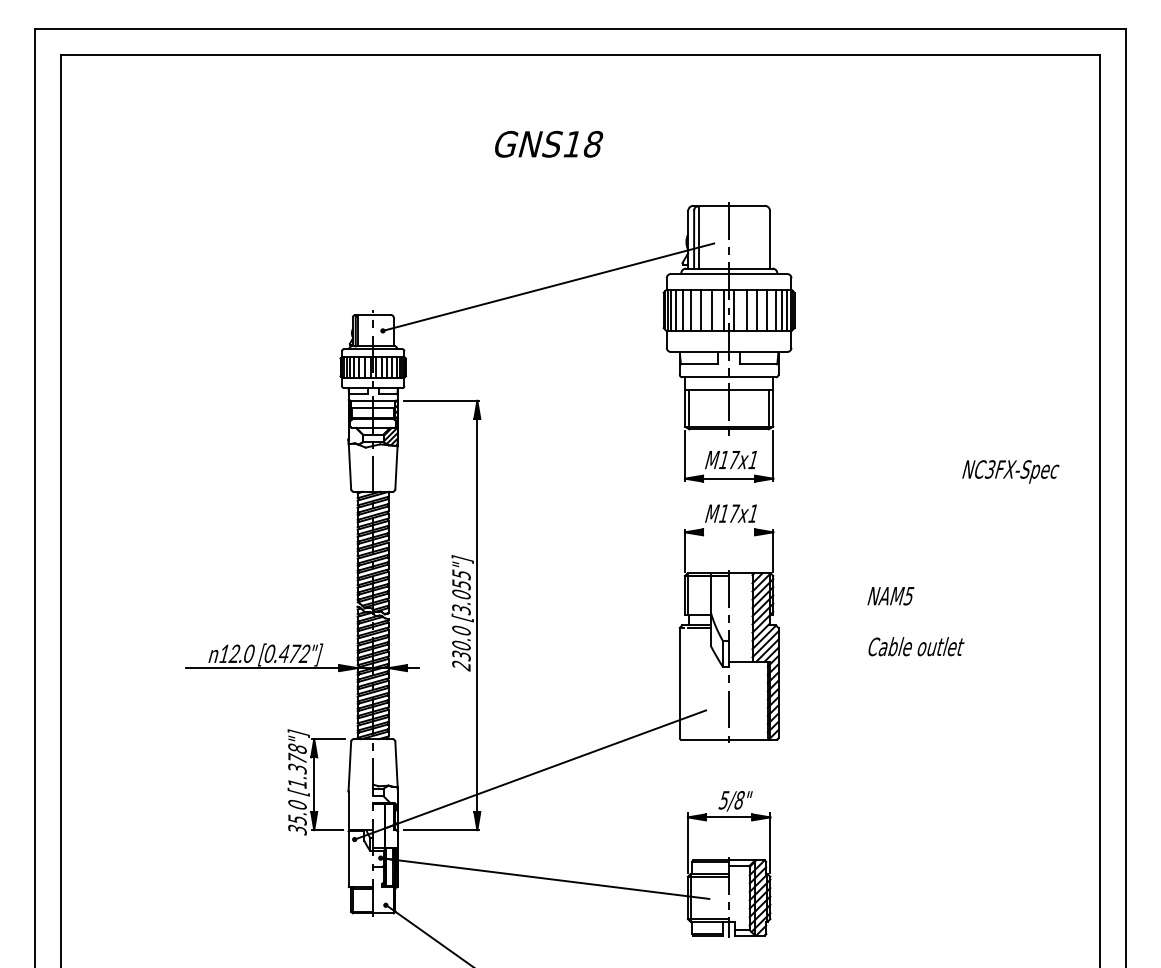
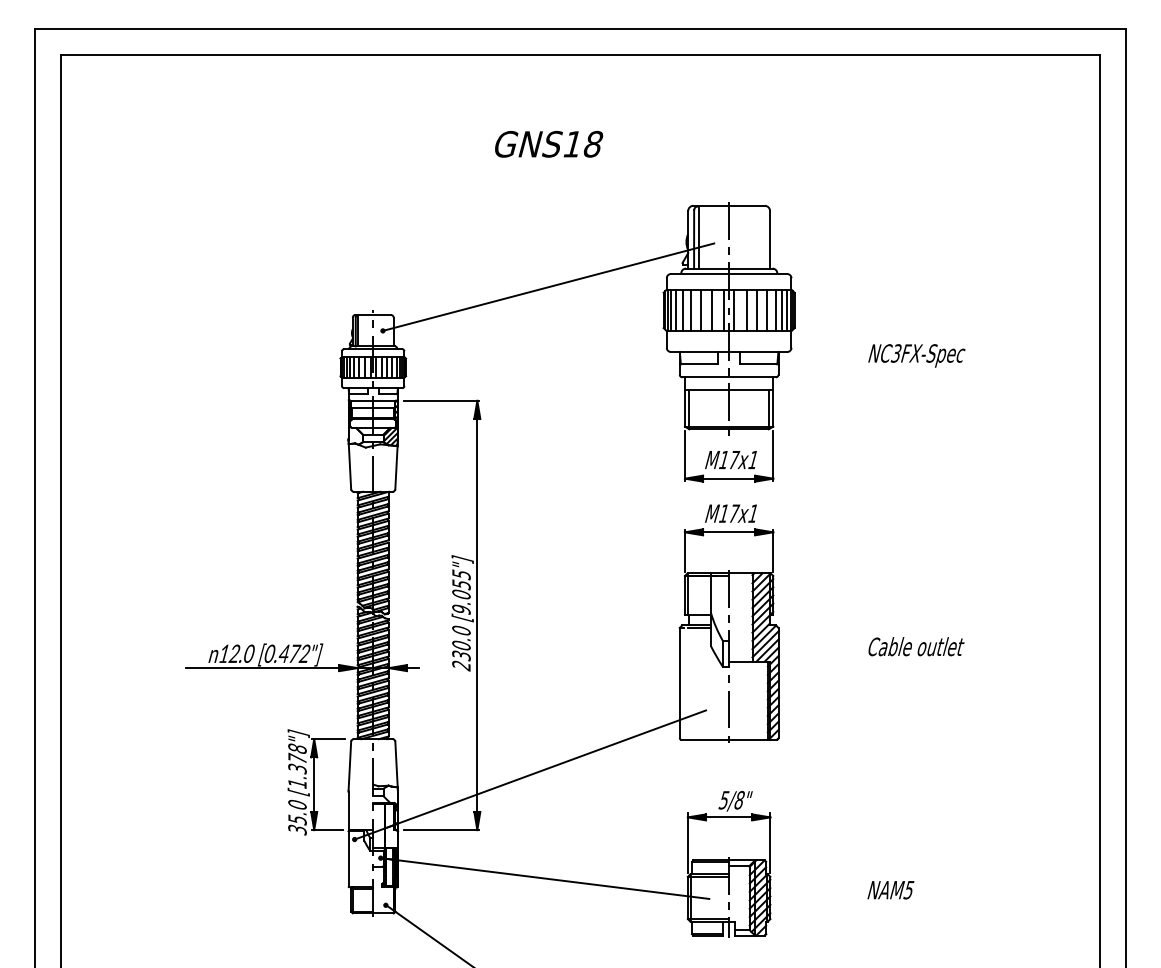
text at (1010, 471) position: (1010, 471) -> (916, 355)
line at (729, 532): none -> present
text at (890, 596) position: (890, 596) -> (890, 890)
text at (461, 609): [3.055"] -> [9.055"]
